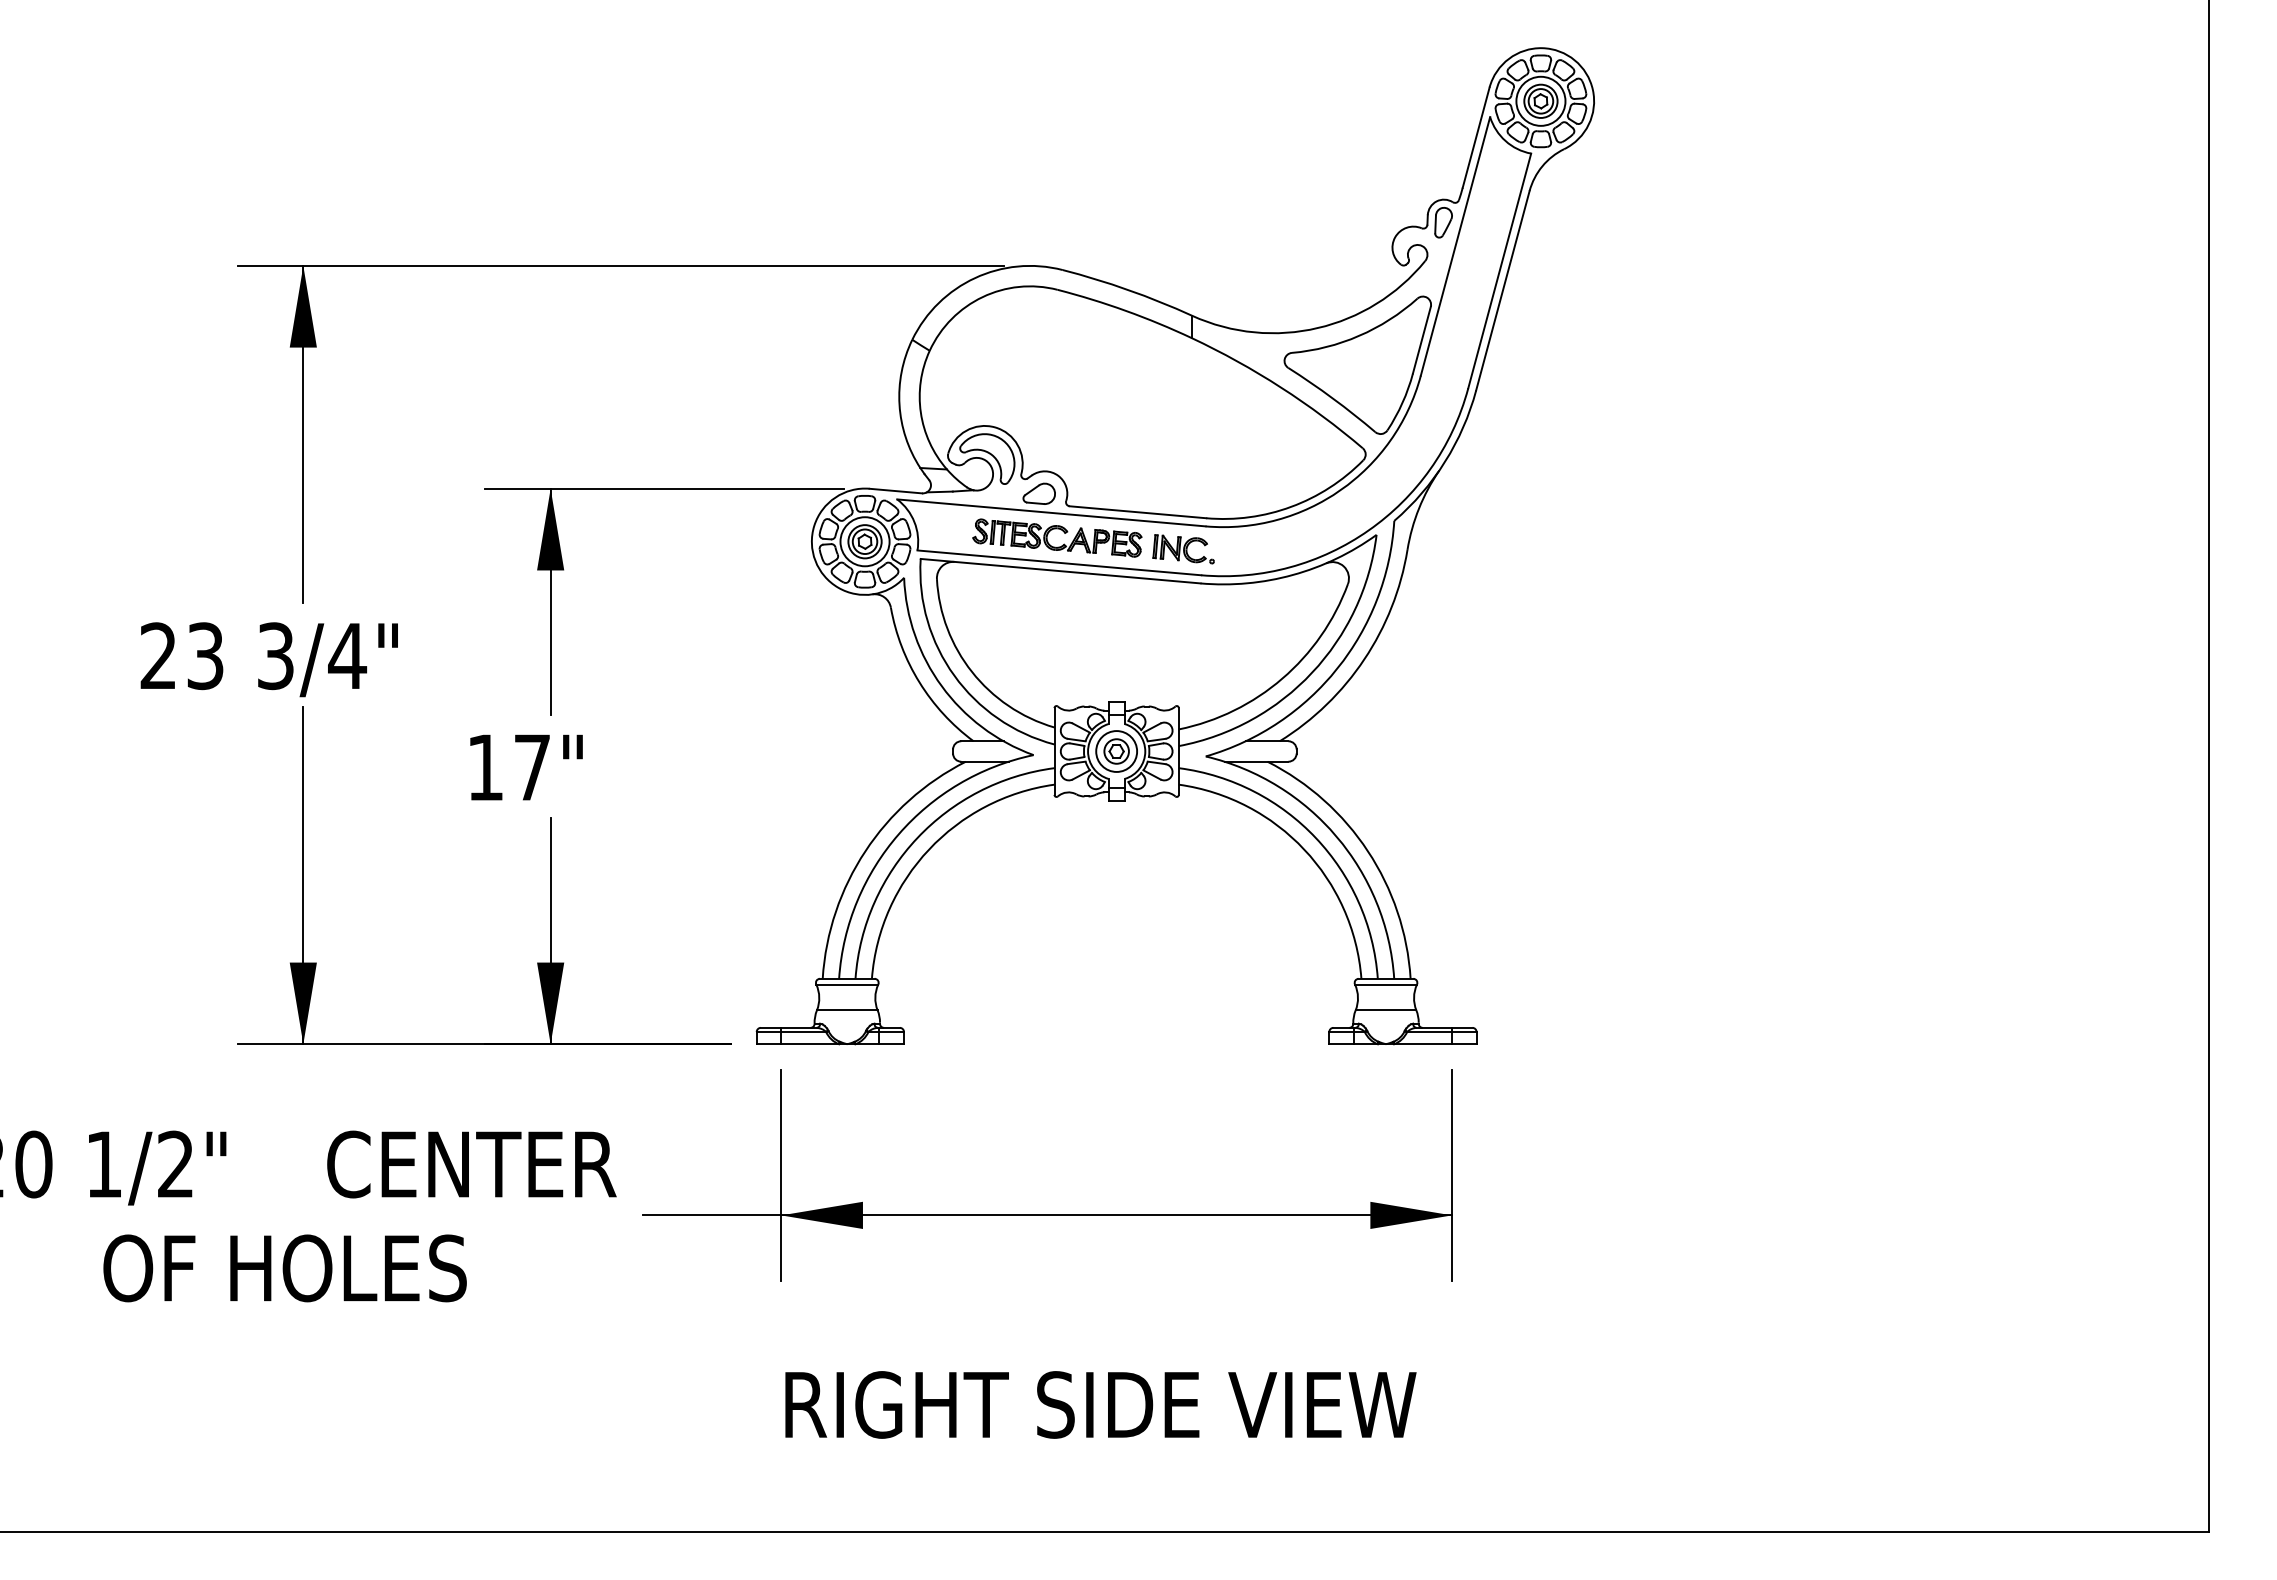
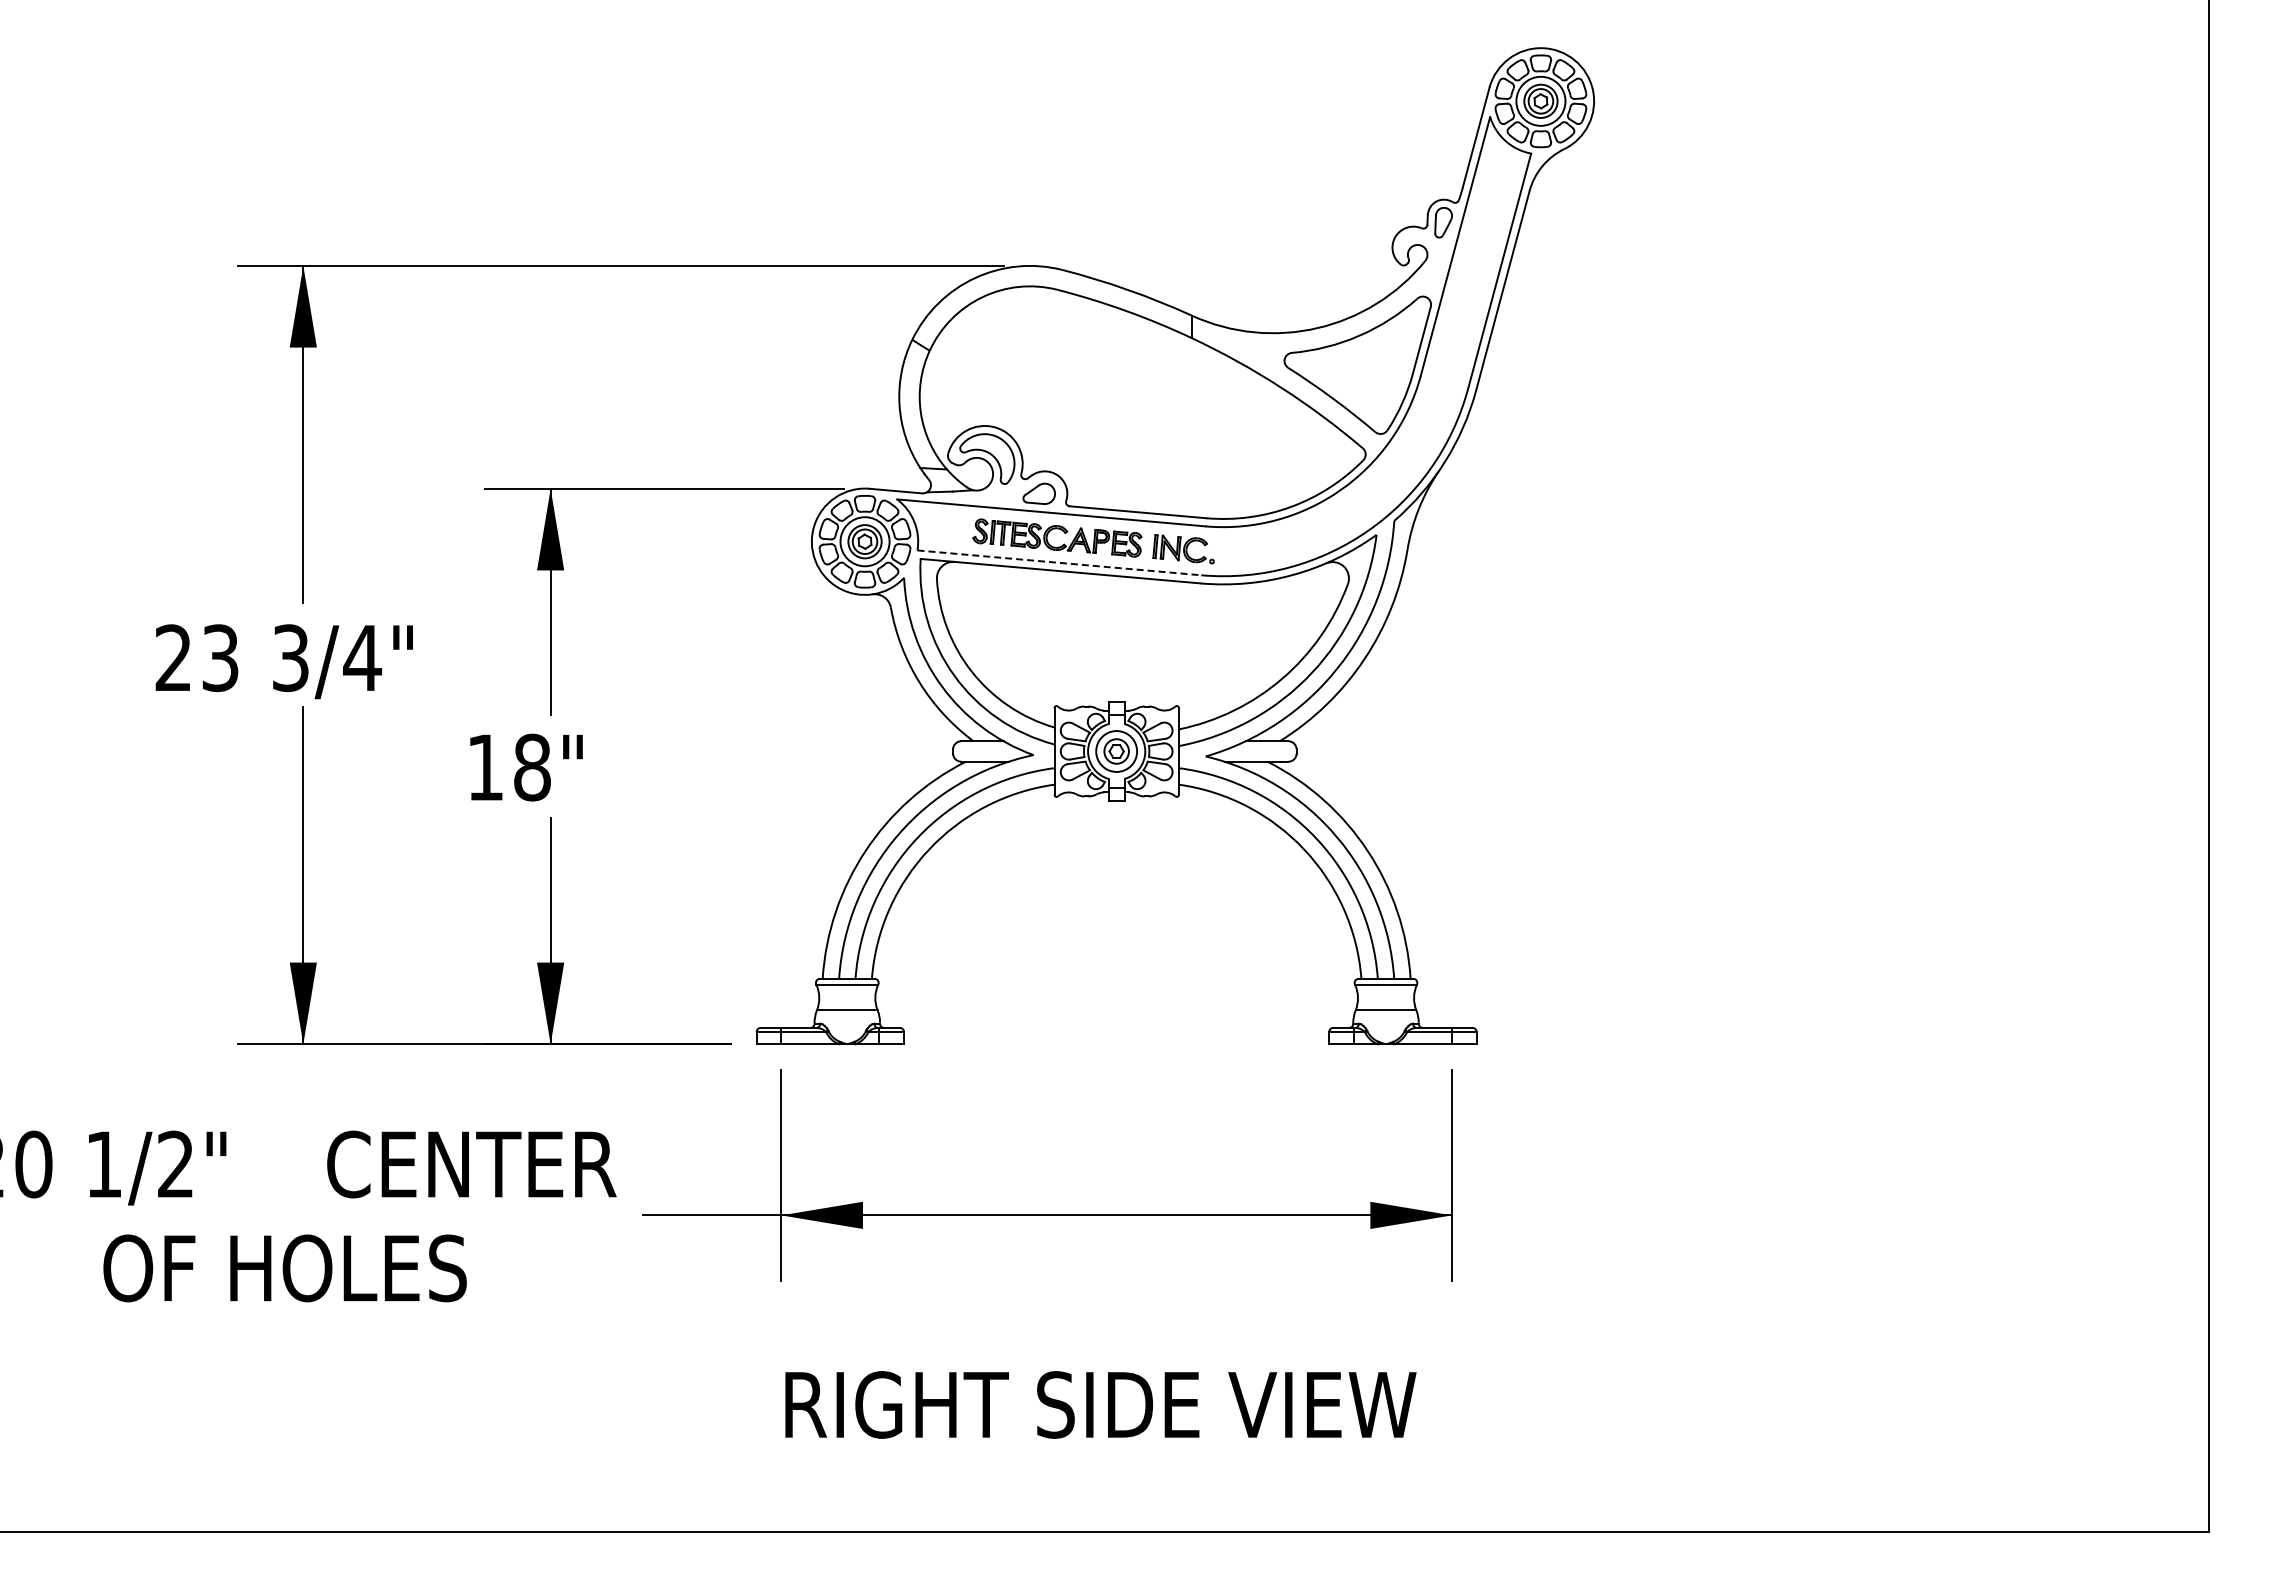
line at (1059, 562): solid -> dashed
text at (268, 659) position: (268, 659) -> (283, 661)
text at (532, 767): 17" -> 18"
